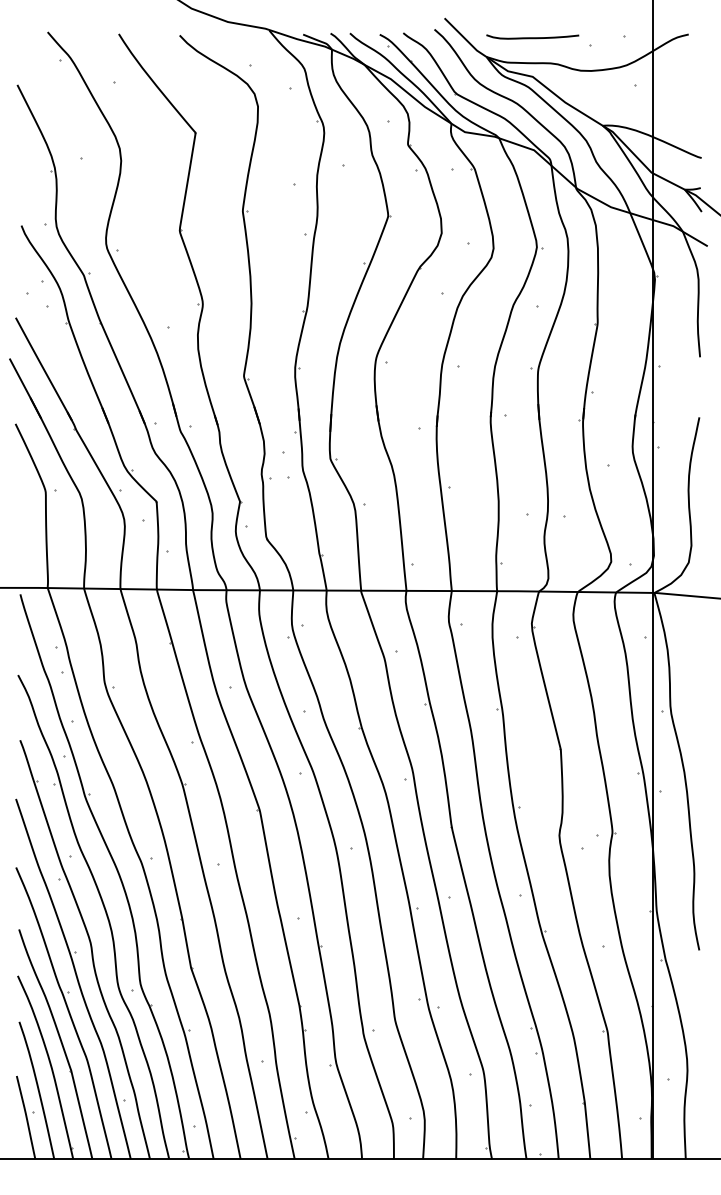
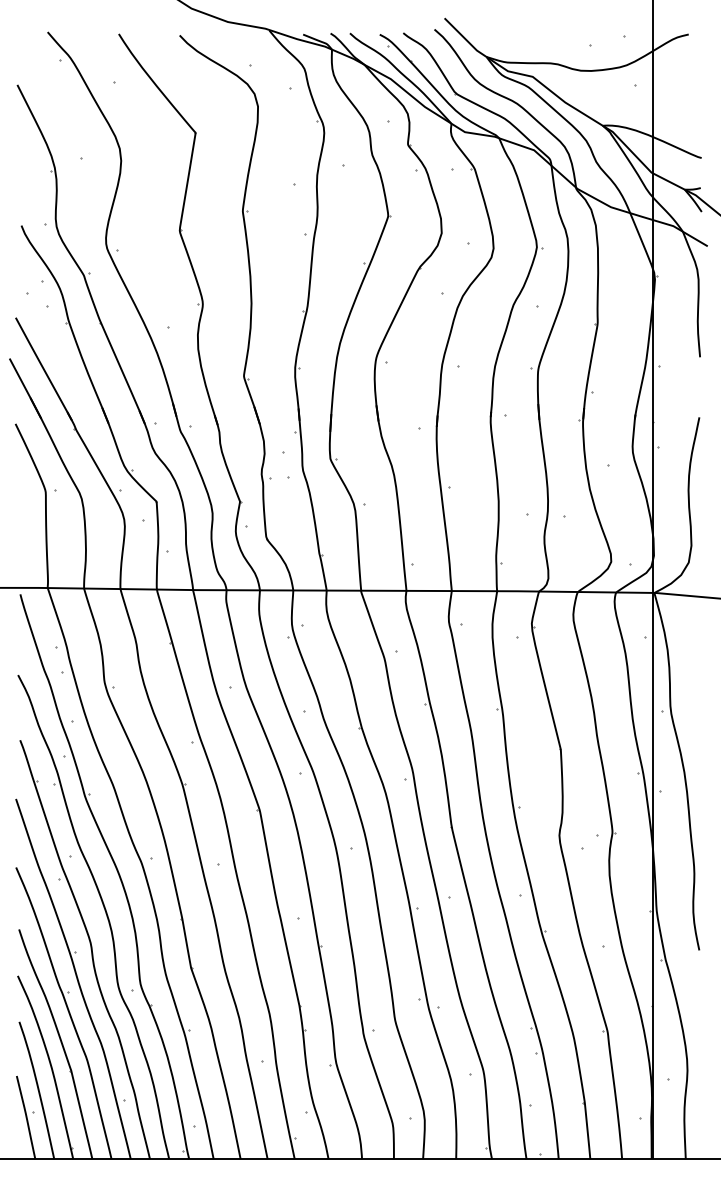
curve at (532, 37): present -> none
